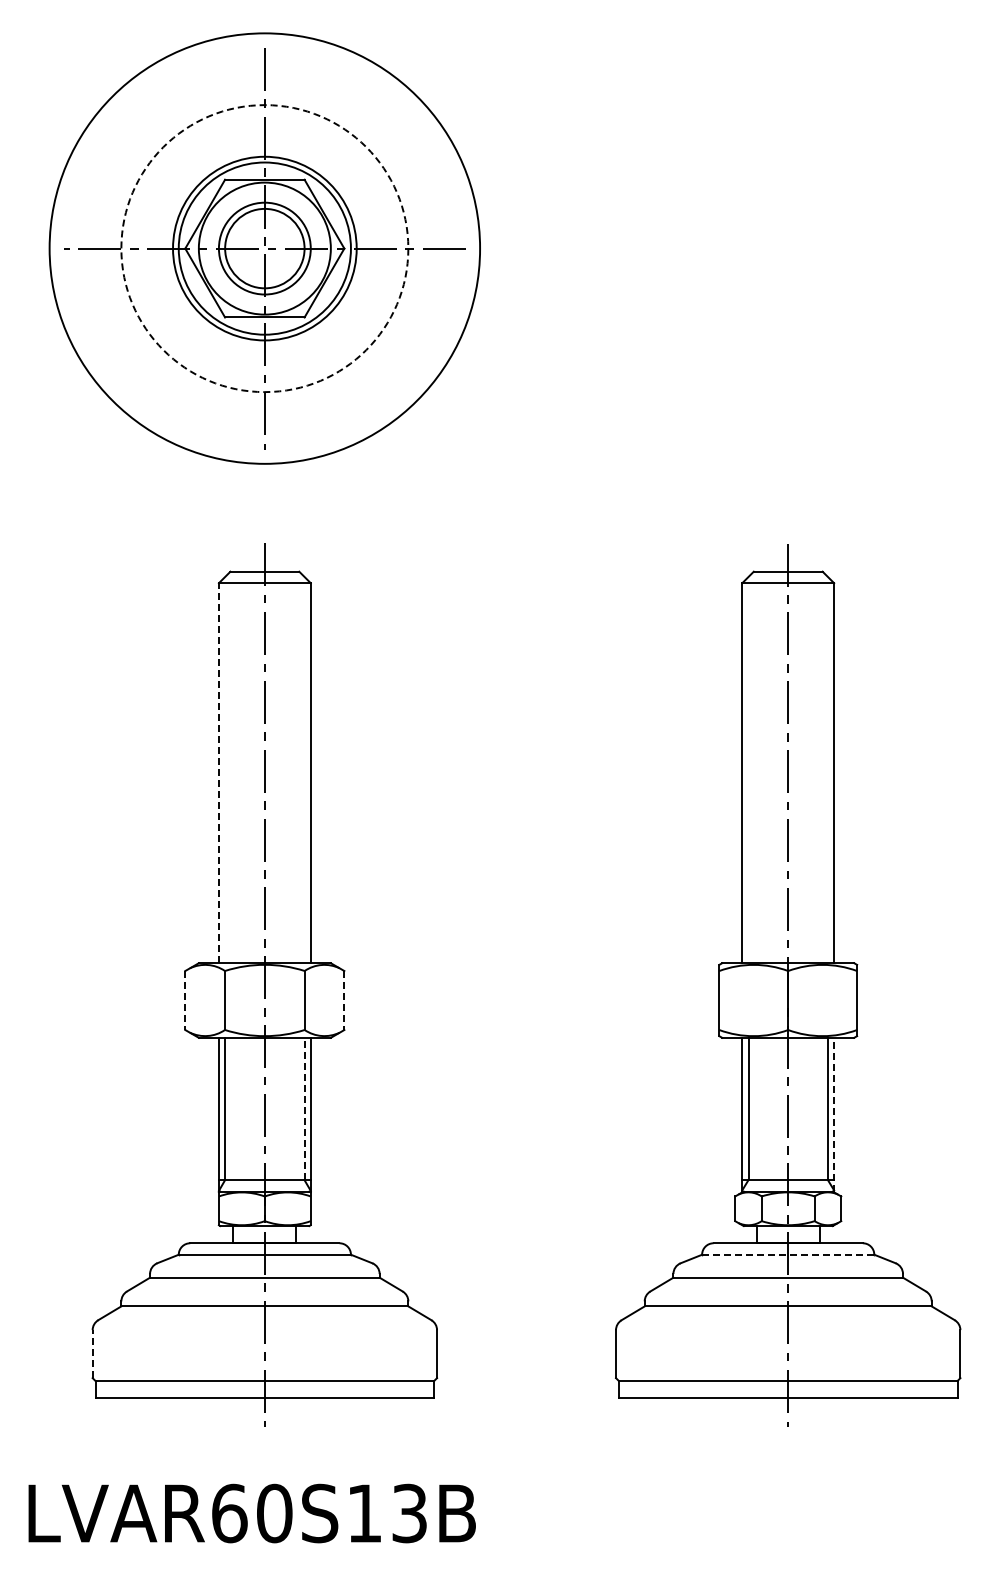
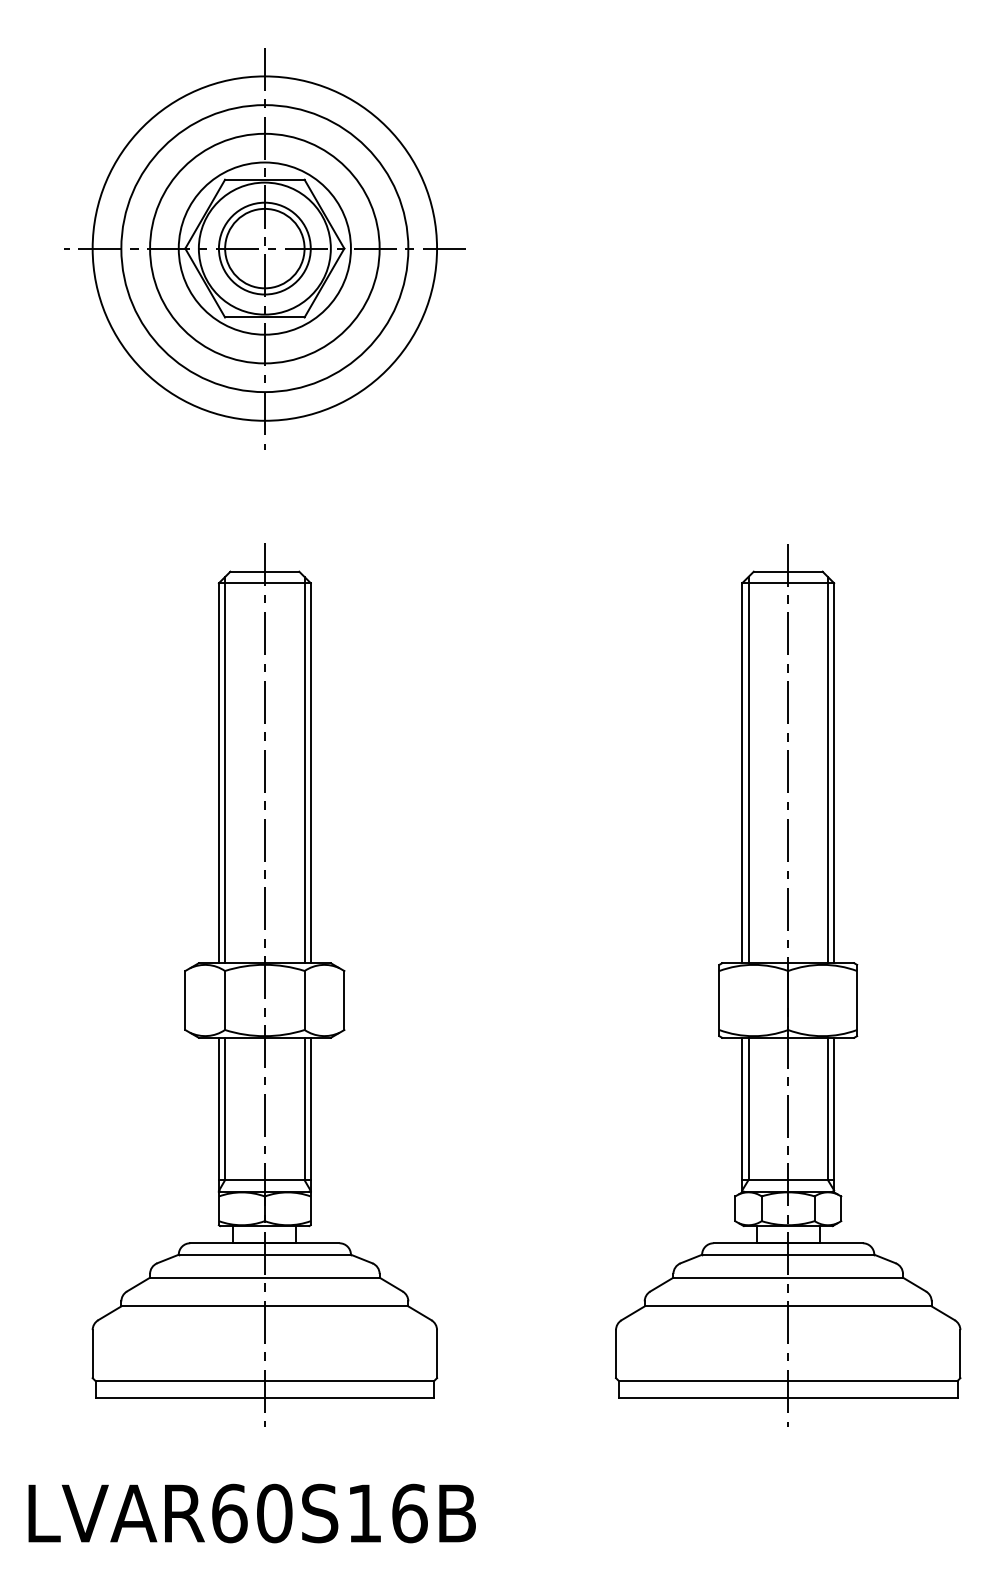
circle at (264, 248) diameter: 184 px -> 230 px
circle at (264, 248) diameter: 430 px -> 344 px
circle at (264, 248): dashed -> solid
line at (225, 769): none -> present
line at (304, 769): none -> present
line at (748, 769): none -> present
line at (827, 769): none -> present
line at (218, 772): dashed -> solid
line at (185, 1000): dashed -> solid
line at (344, 1000): dashed -> solid
line at (304, 1108): dashed -> solid
line at (834, 1114): dashed -> solid
line at (788, 1254): dashed -> solid
line at (92, 1353): dashed -> solid
text at (409, 1513): LVAR60S13B -> LVAR60S16B
